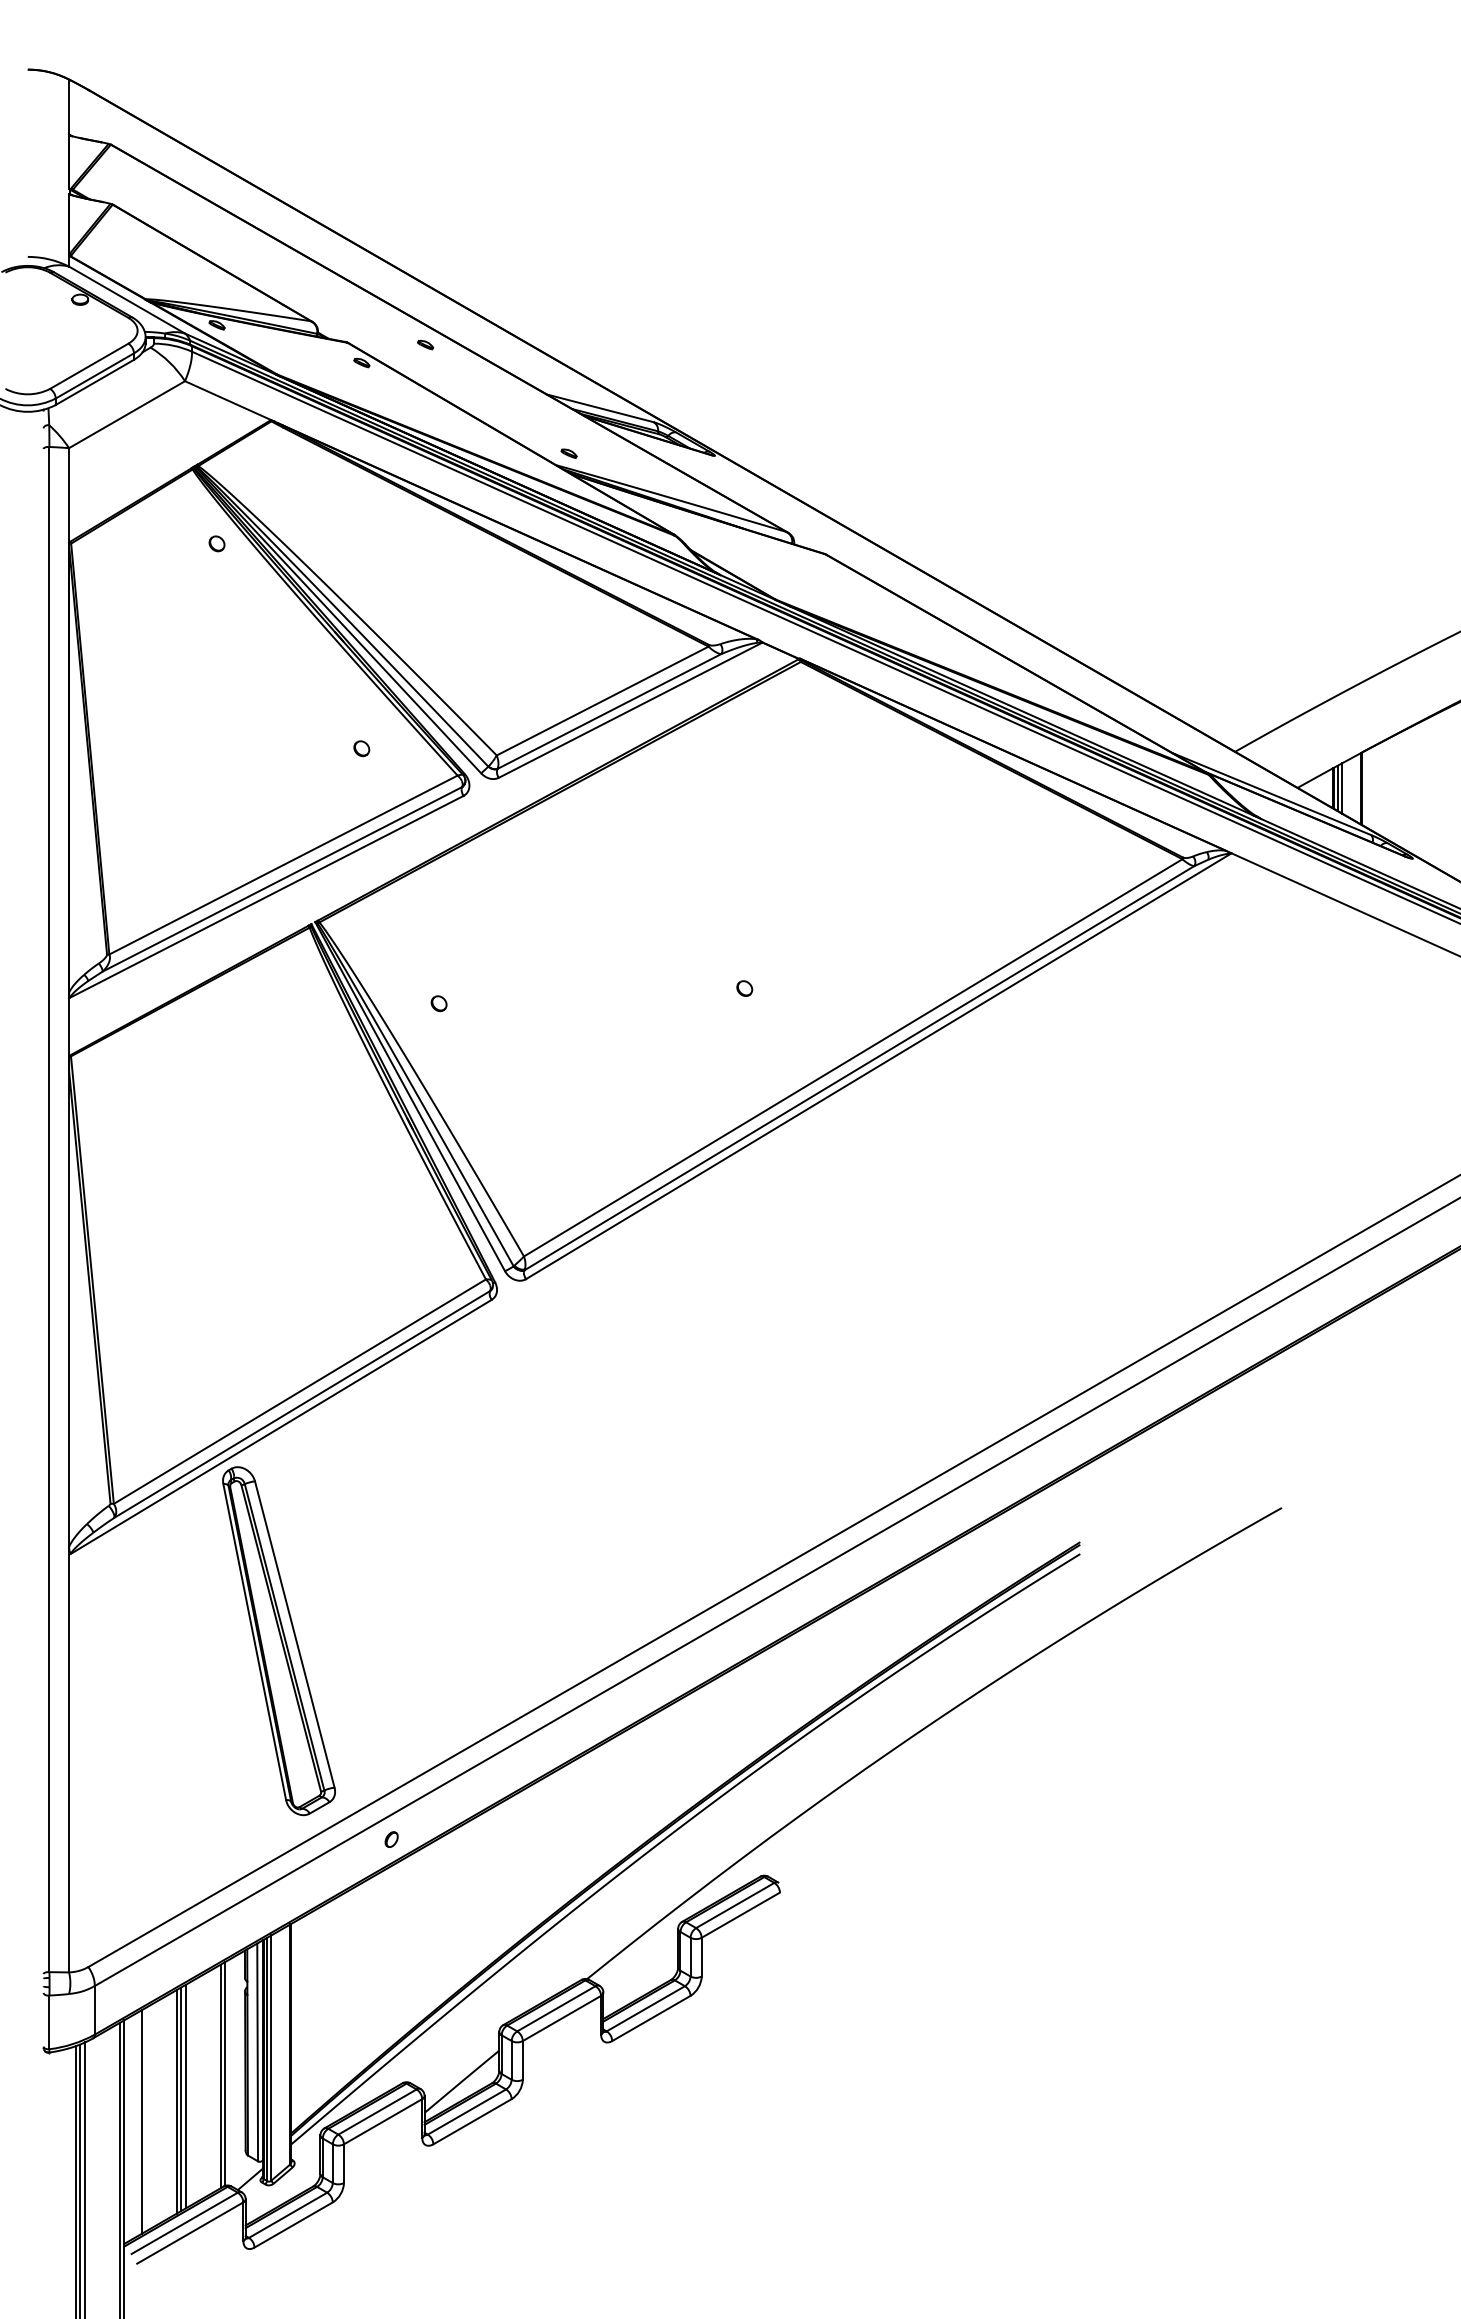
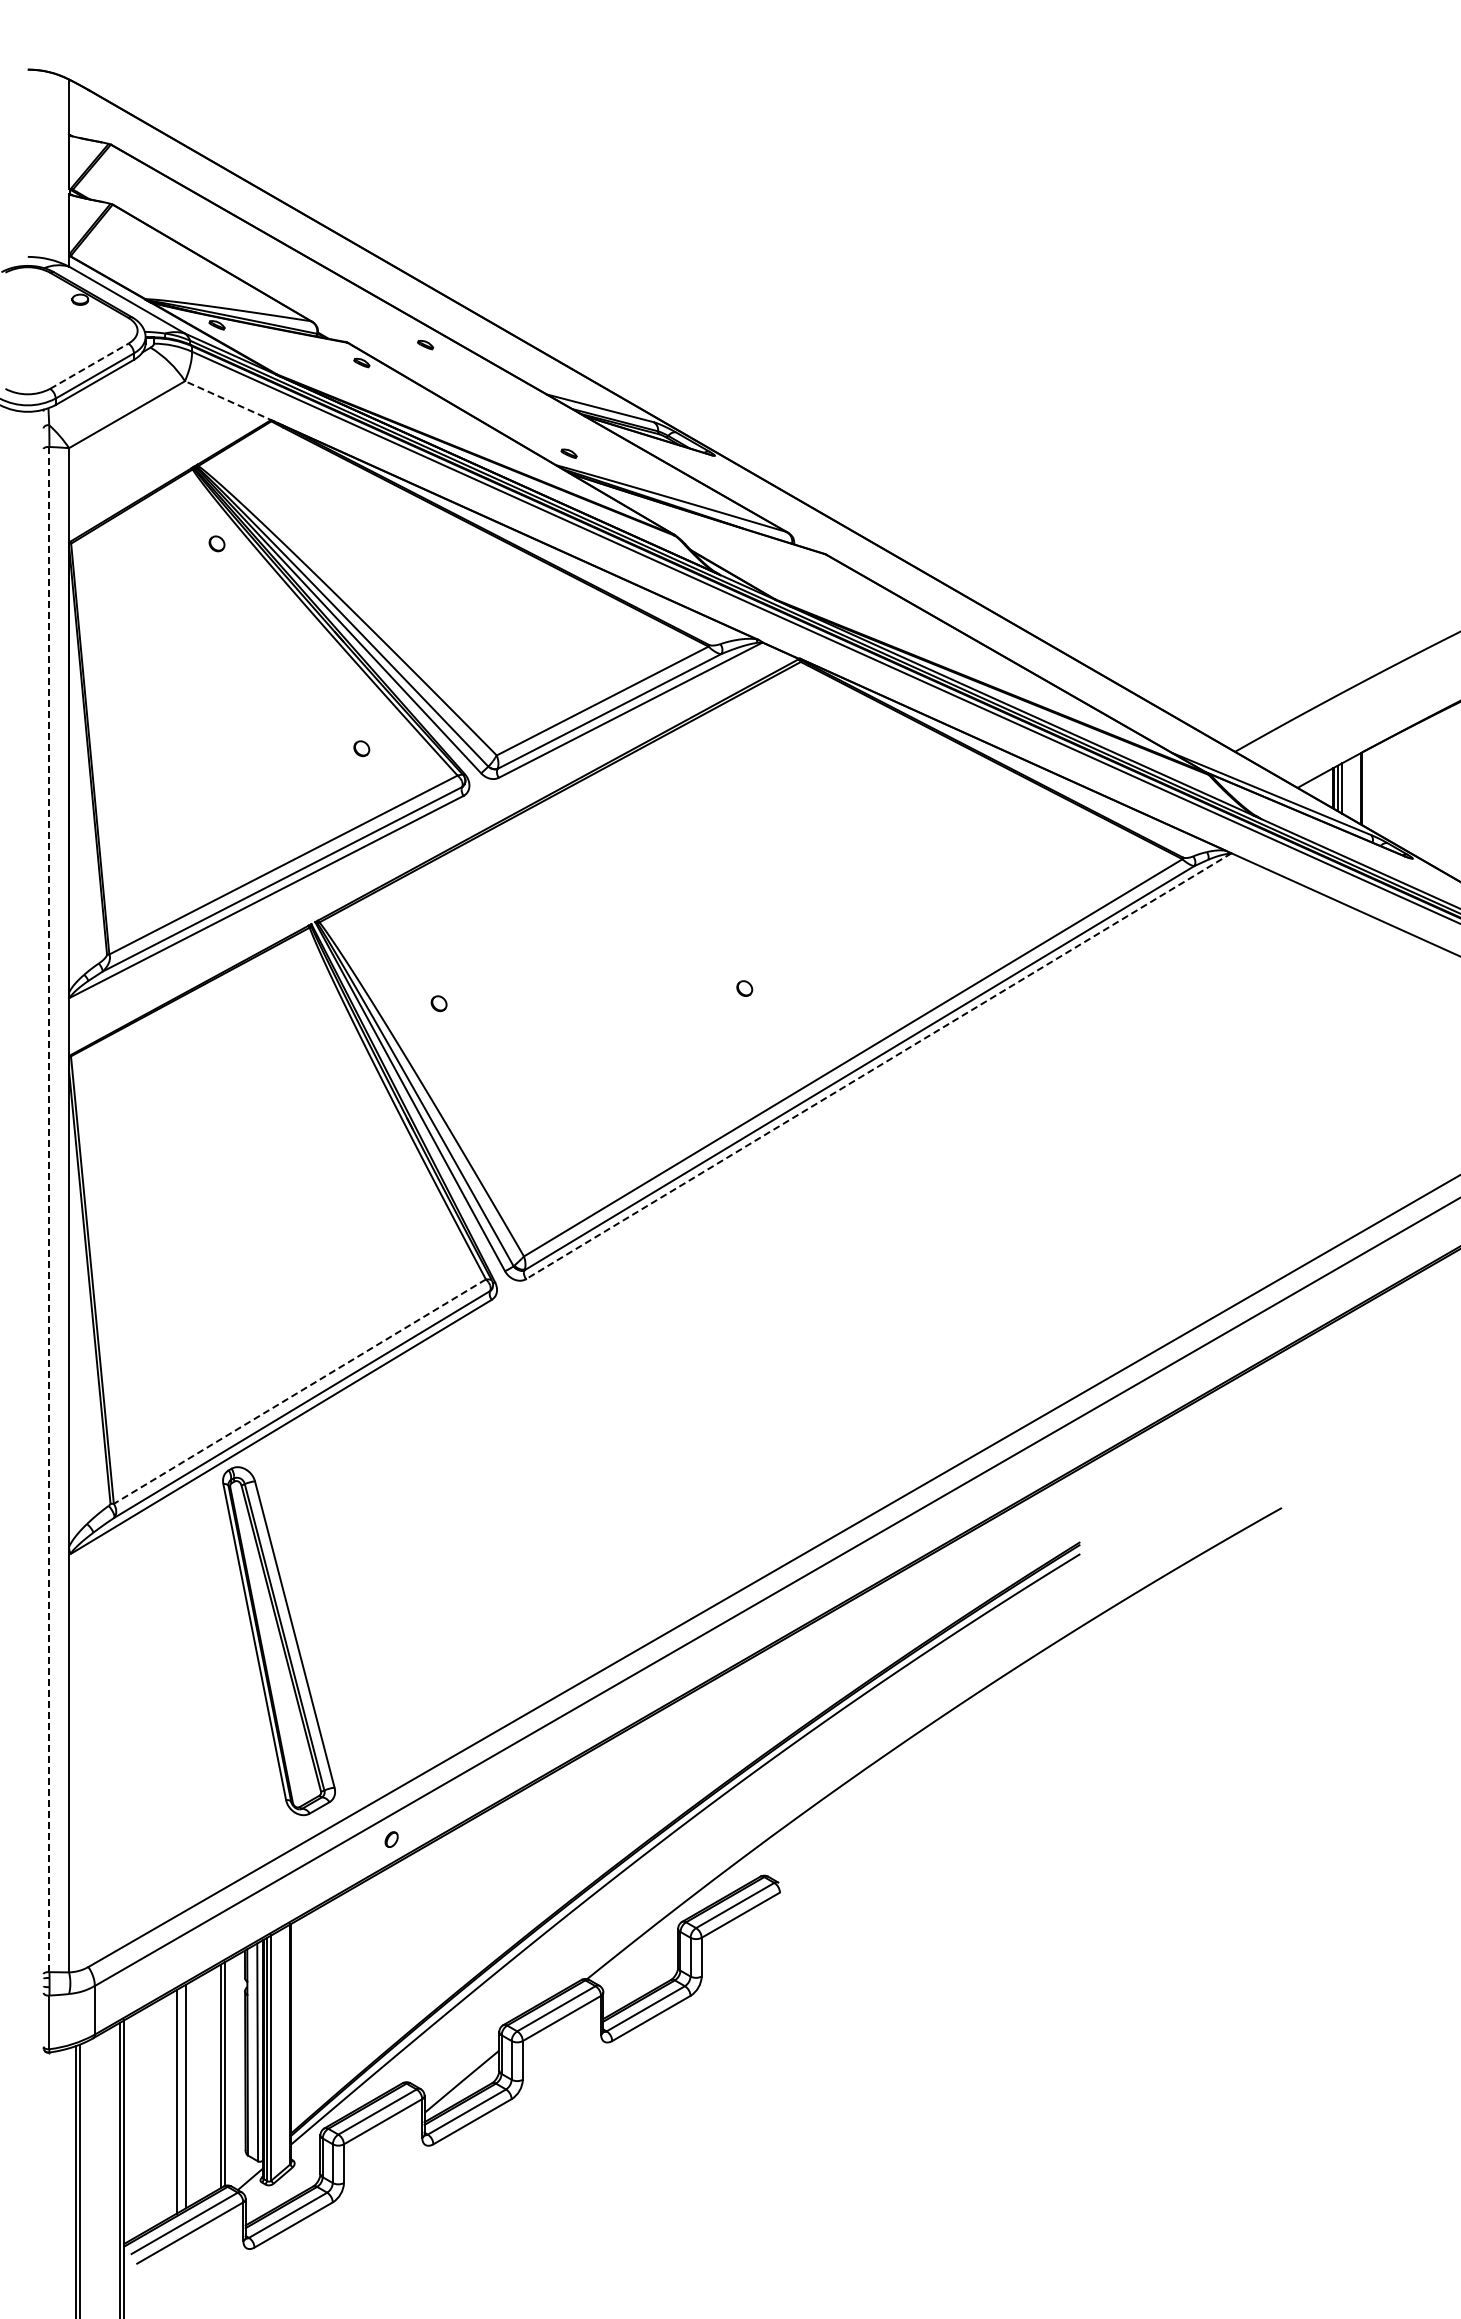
line at (89, 366): solid -> dashed
line at (229, 401): solid -> dashed
line at (878, 1066): solid -> dashed
line at (49, 1209): solid -> dashed
line at (299, 1391): solid -> dashed
line at (180, 2099): present -> none
line at (142, 2121): present -> none
line at (85, 2178): present -> none
